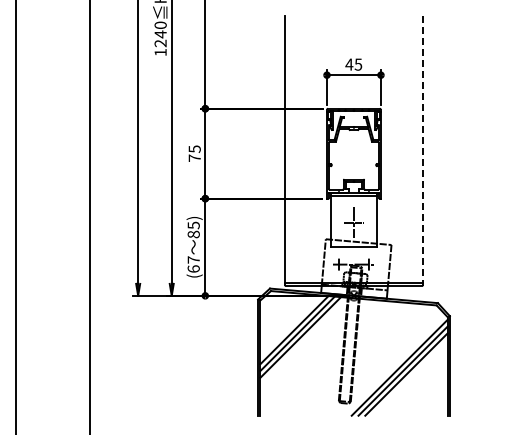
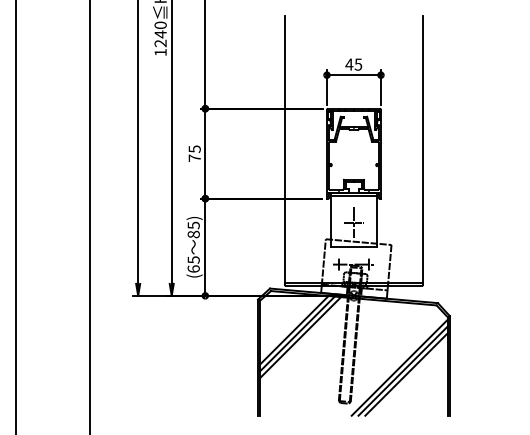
line at (422, 149): dashed -> solid
text at (193, 259): (67 -> (65
